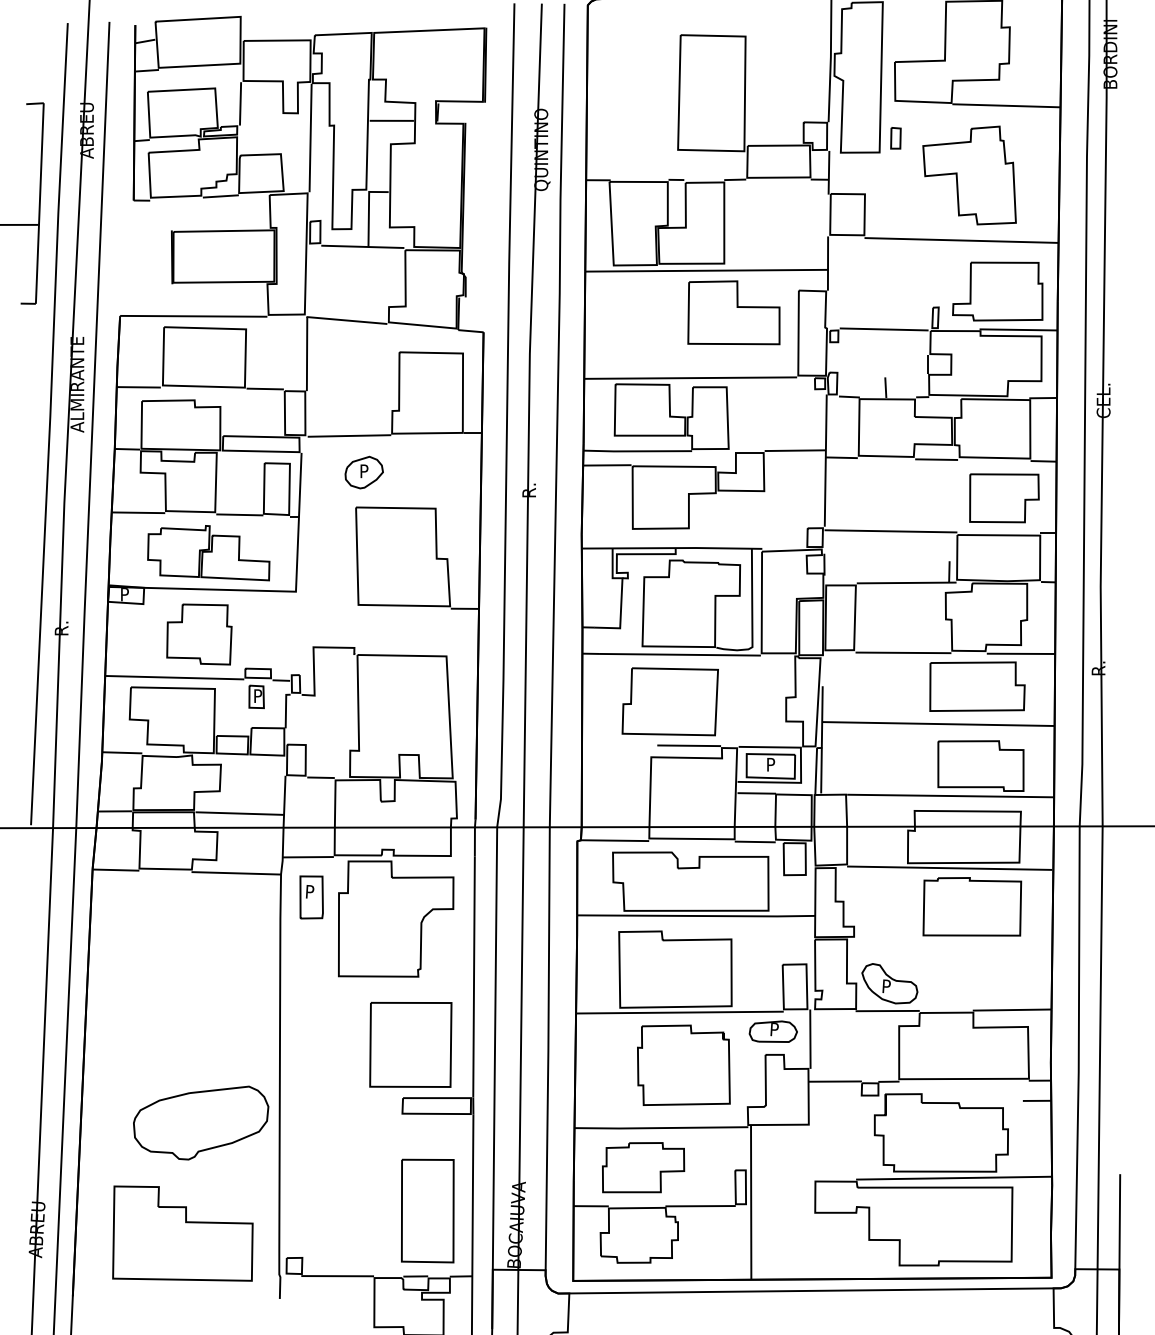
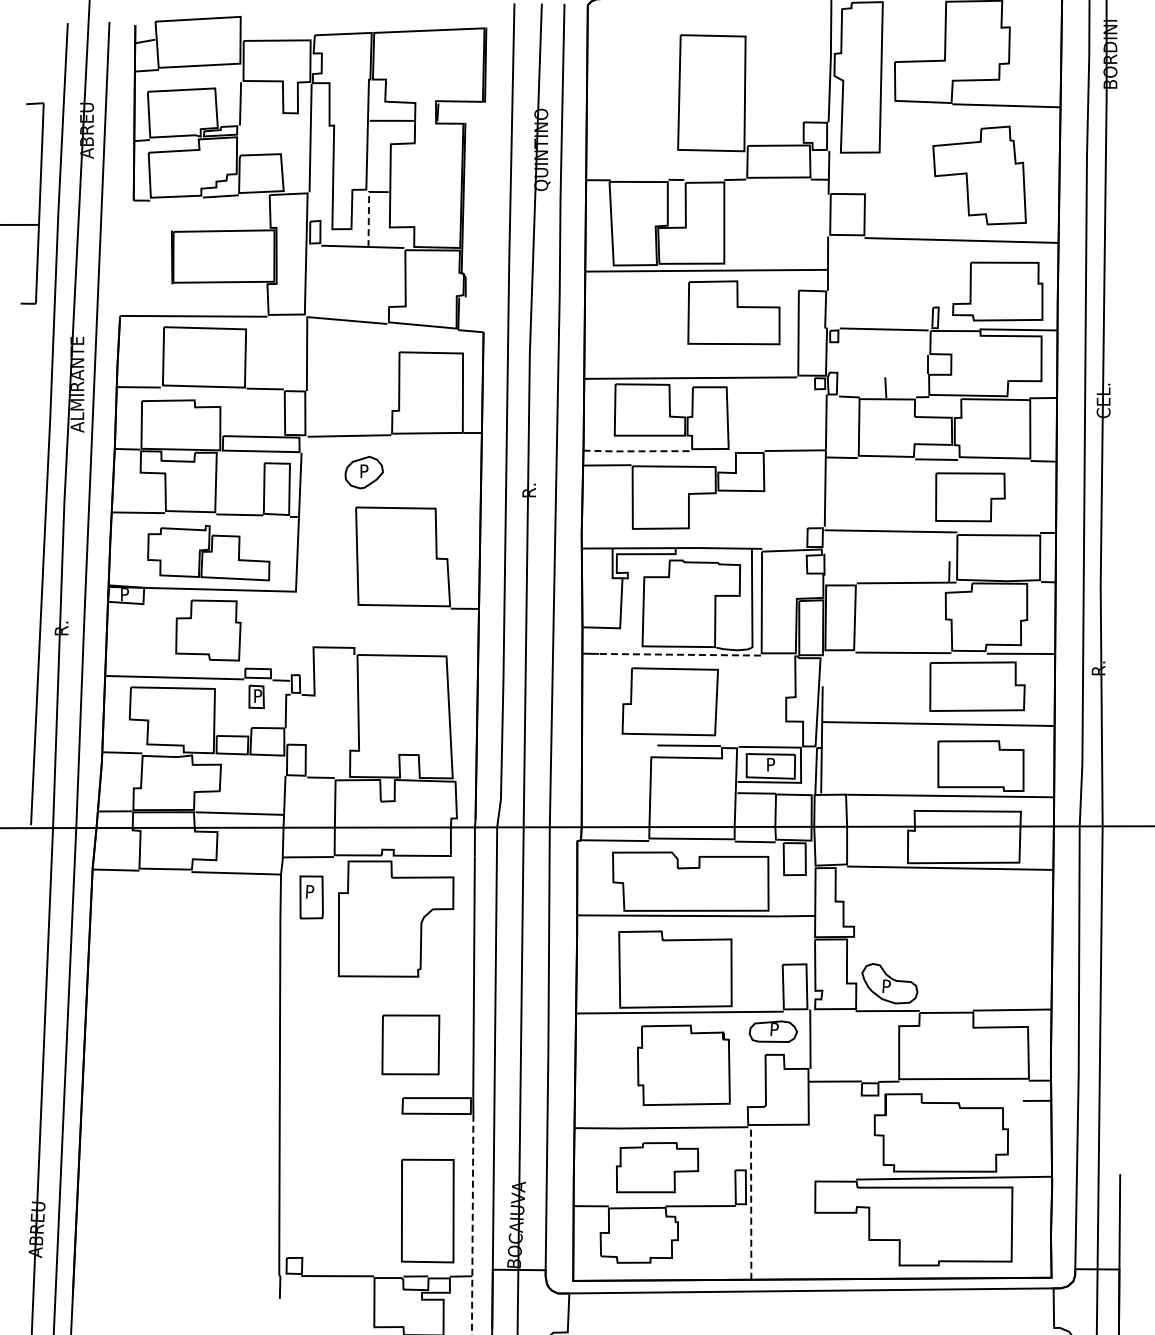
part at (895, 138): present -> none
part at (969, 175) position: (969, 175) -> (979, 175)
line at (368, 218): solid -> dashed
line at (637, 451): solid -> dashed
part at (1004, 498) position: (1004, 498) -> (970, 497)
part at (199, 634) position: (199, 634) -> (208, 630)
line at (679, 654): solid -> dashed
part at (972, 906): present -> none
part at (410, 1044) size: 84x86 px -> 60x62 px
part at (201, 1122): present -> none
part at (643, 1167) position: (643, 1167) -> (657, 1167)
line at (751, 1201): solid -> dashed
line at (472, 1224): solid -> dashed
part at (182, 1233): present -> none
